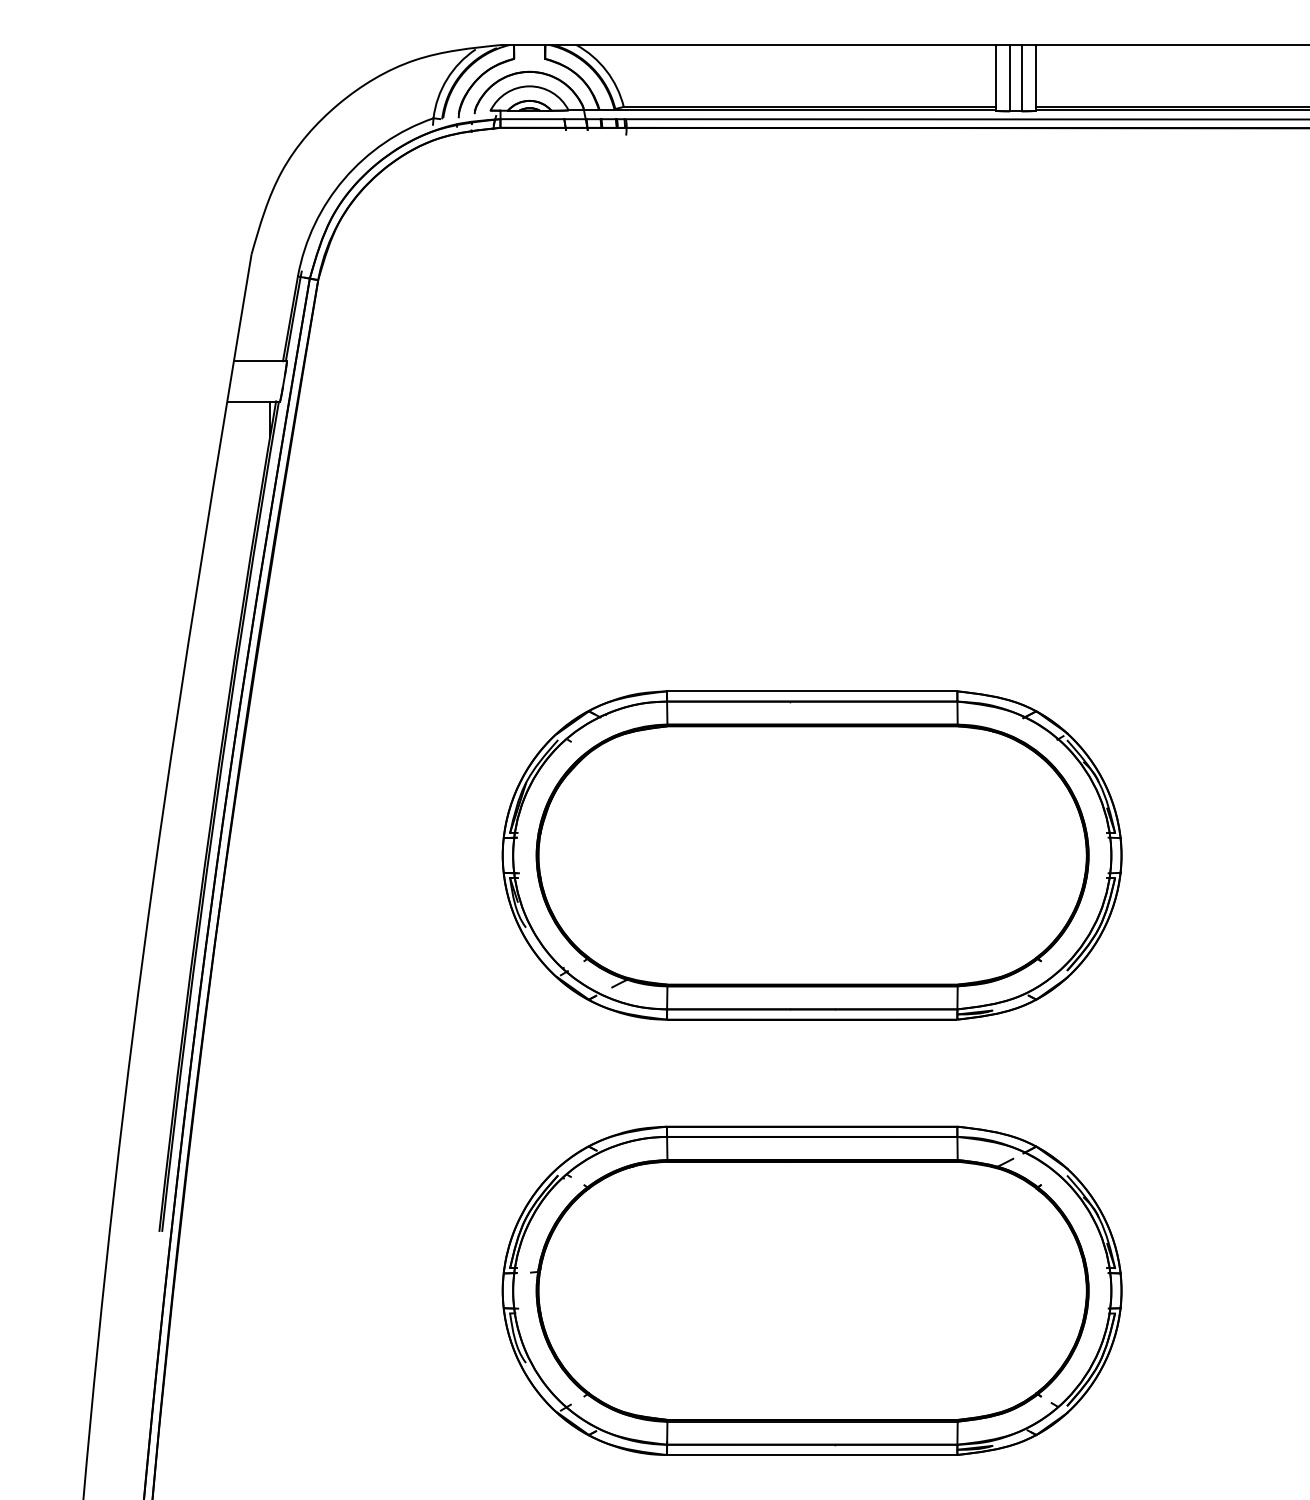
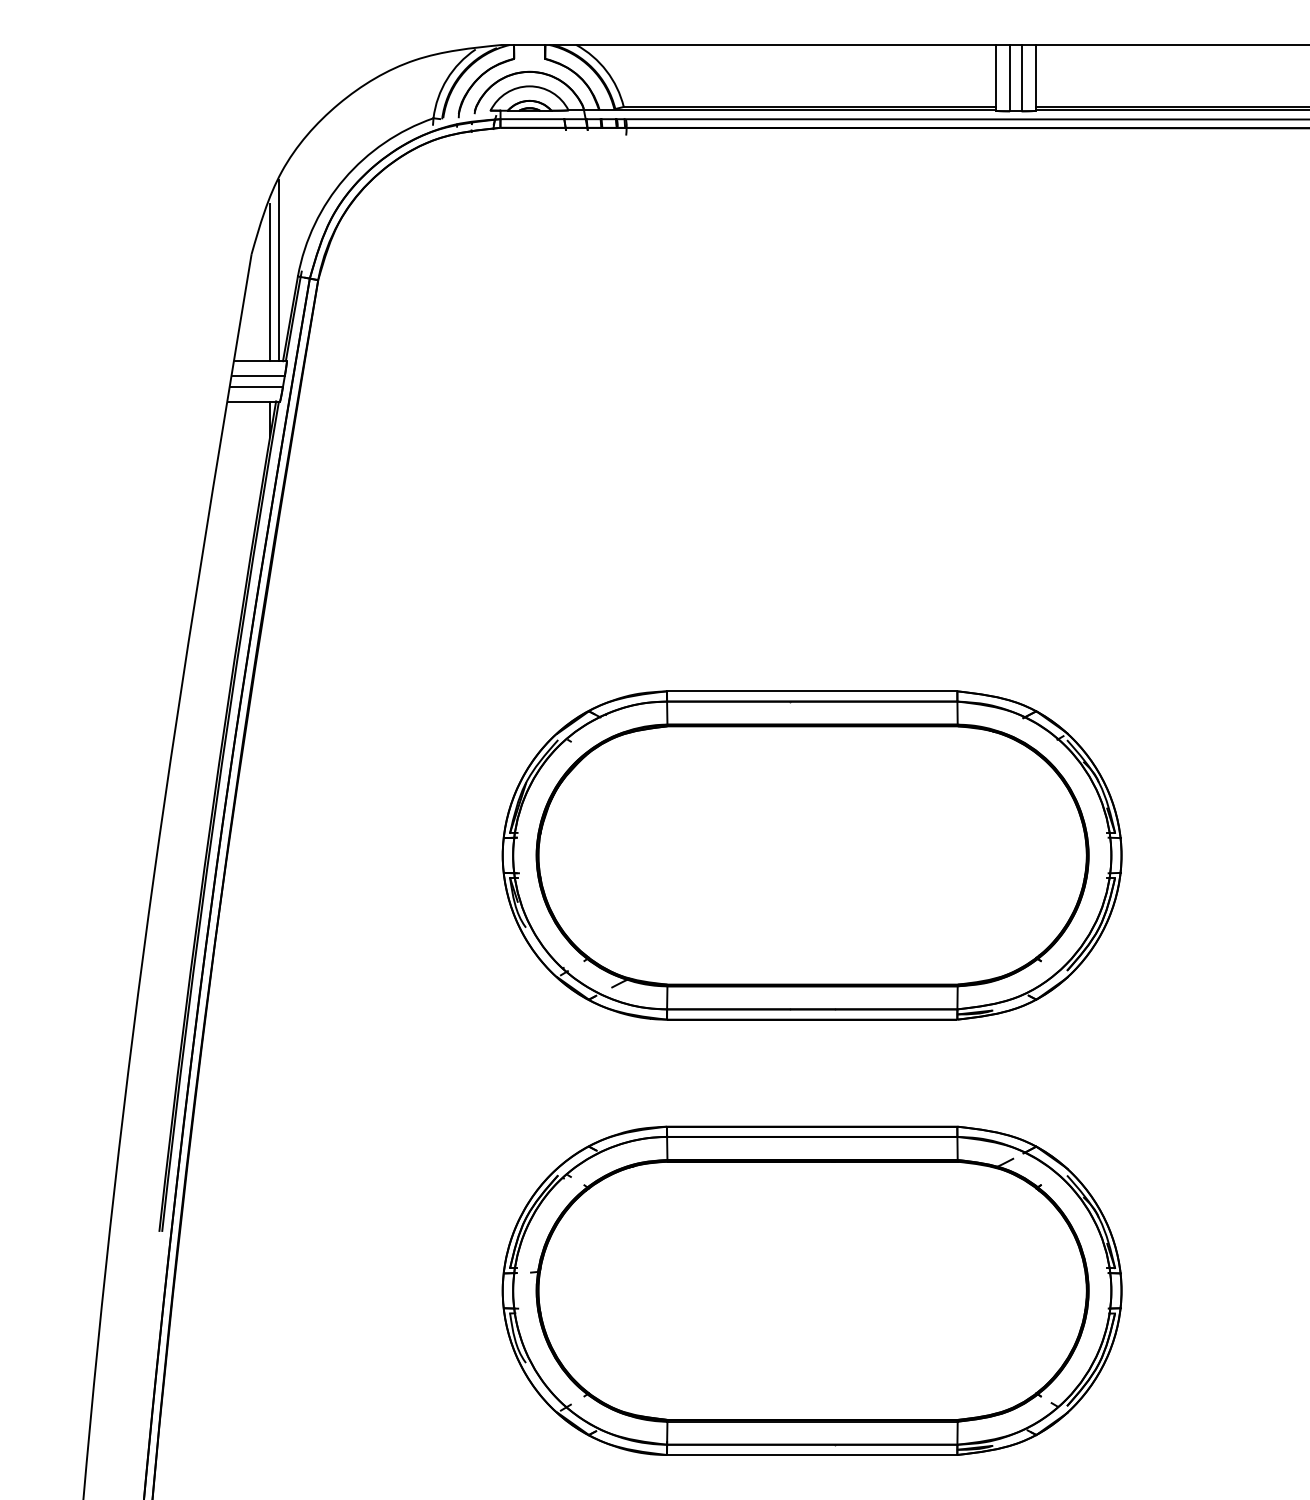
line at (278, 270): none -> present
line at (270, 282): none -> present
line at (258, 375): none -> present
line at (256, 387): none -> present
